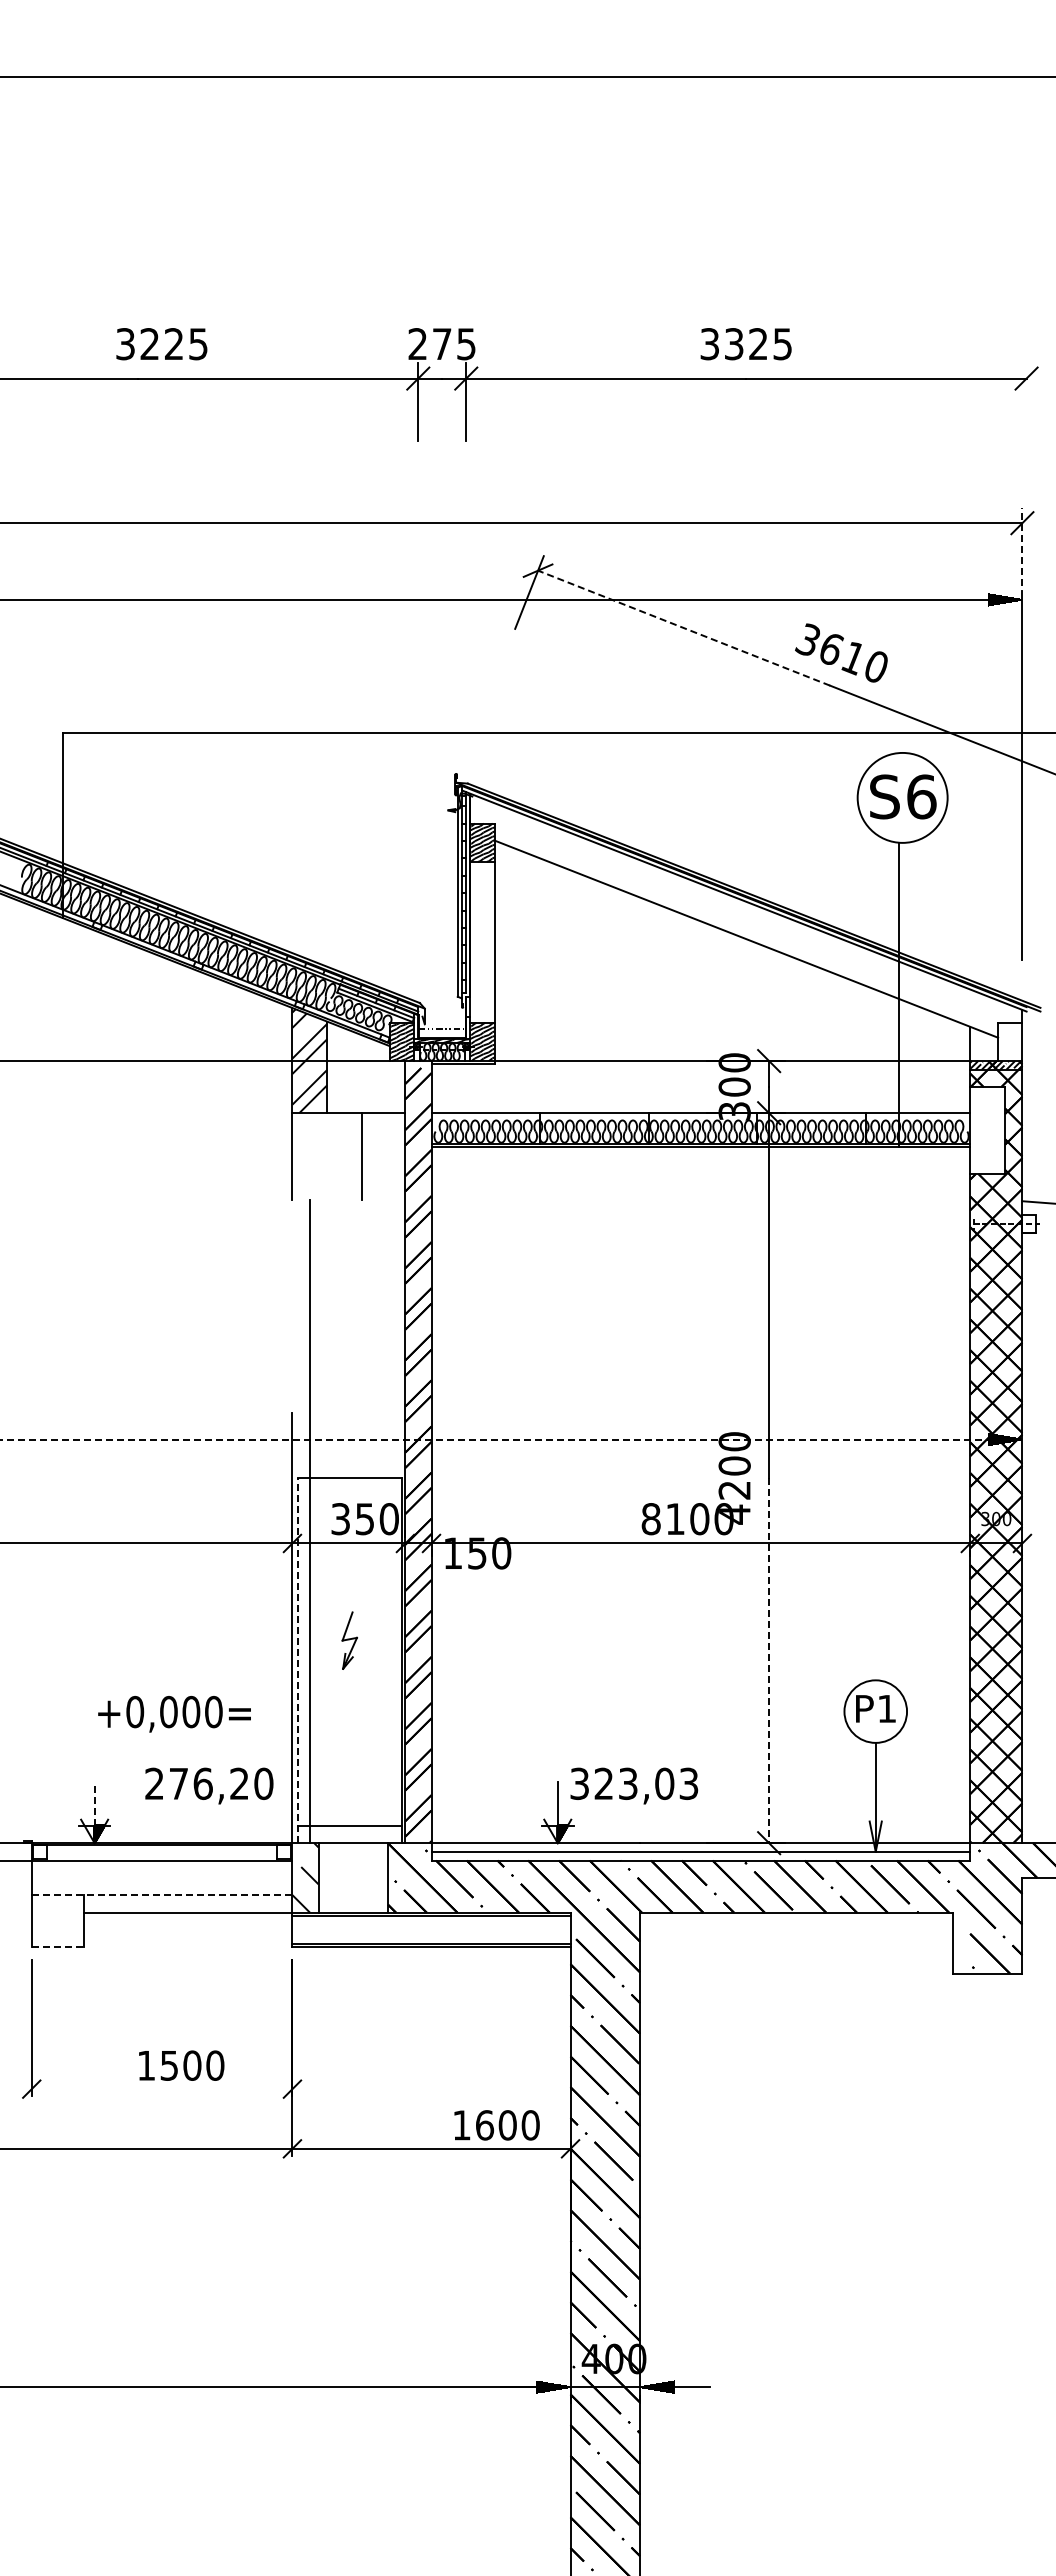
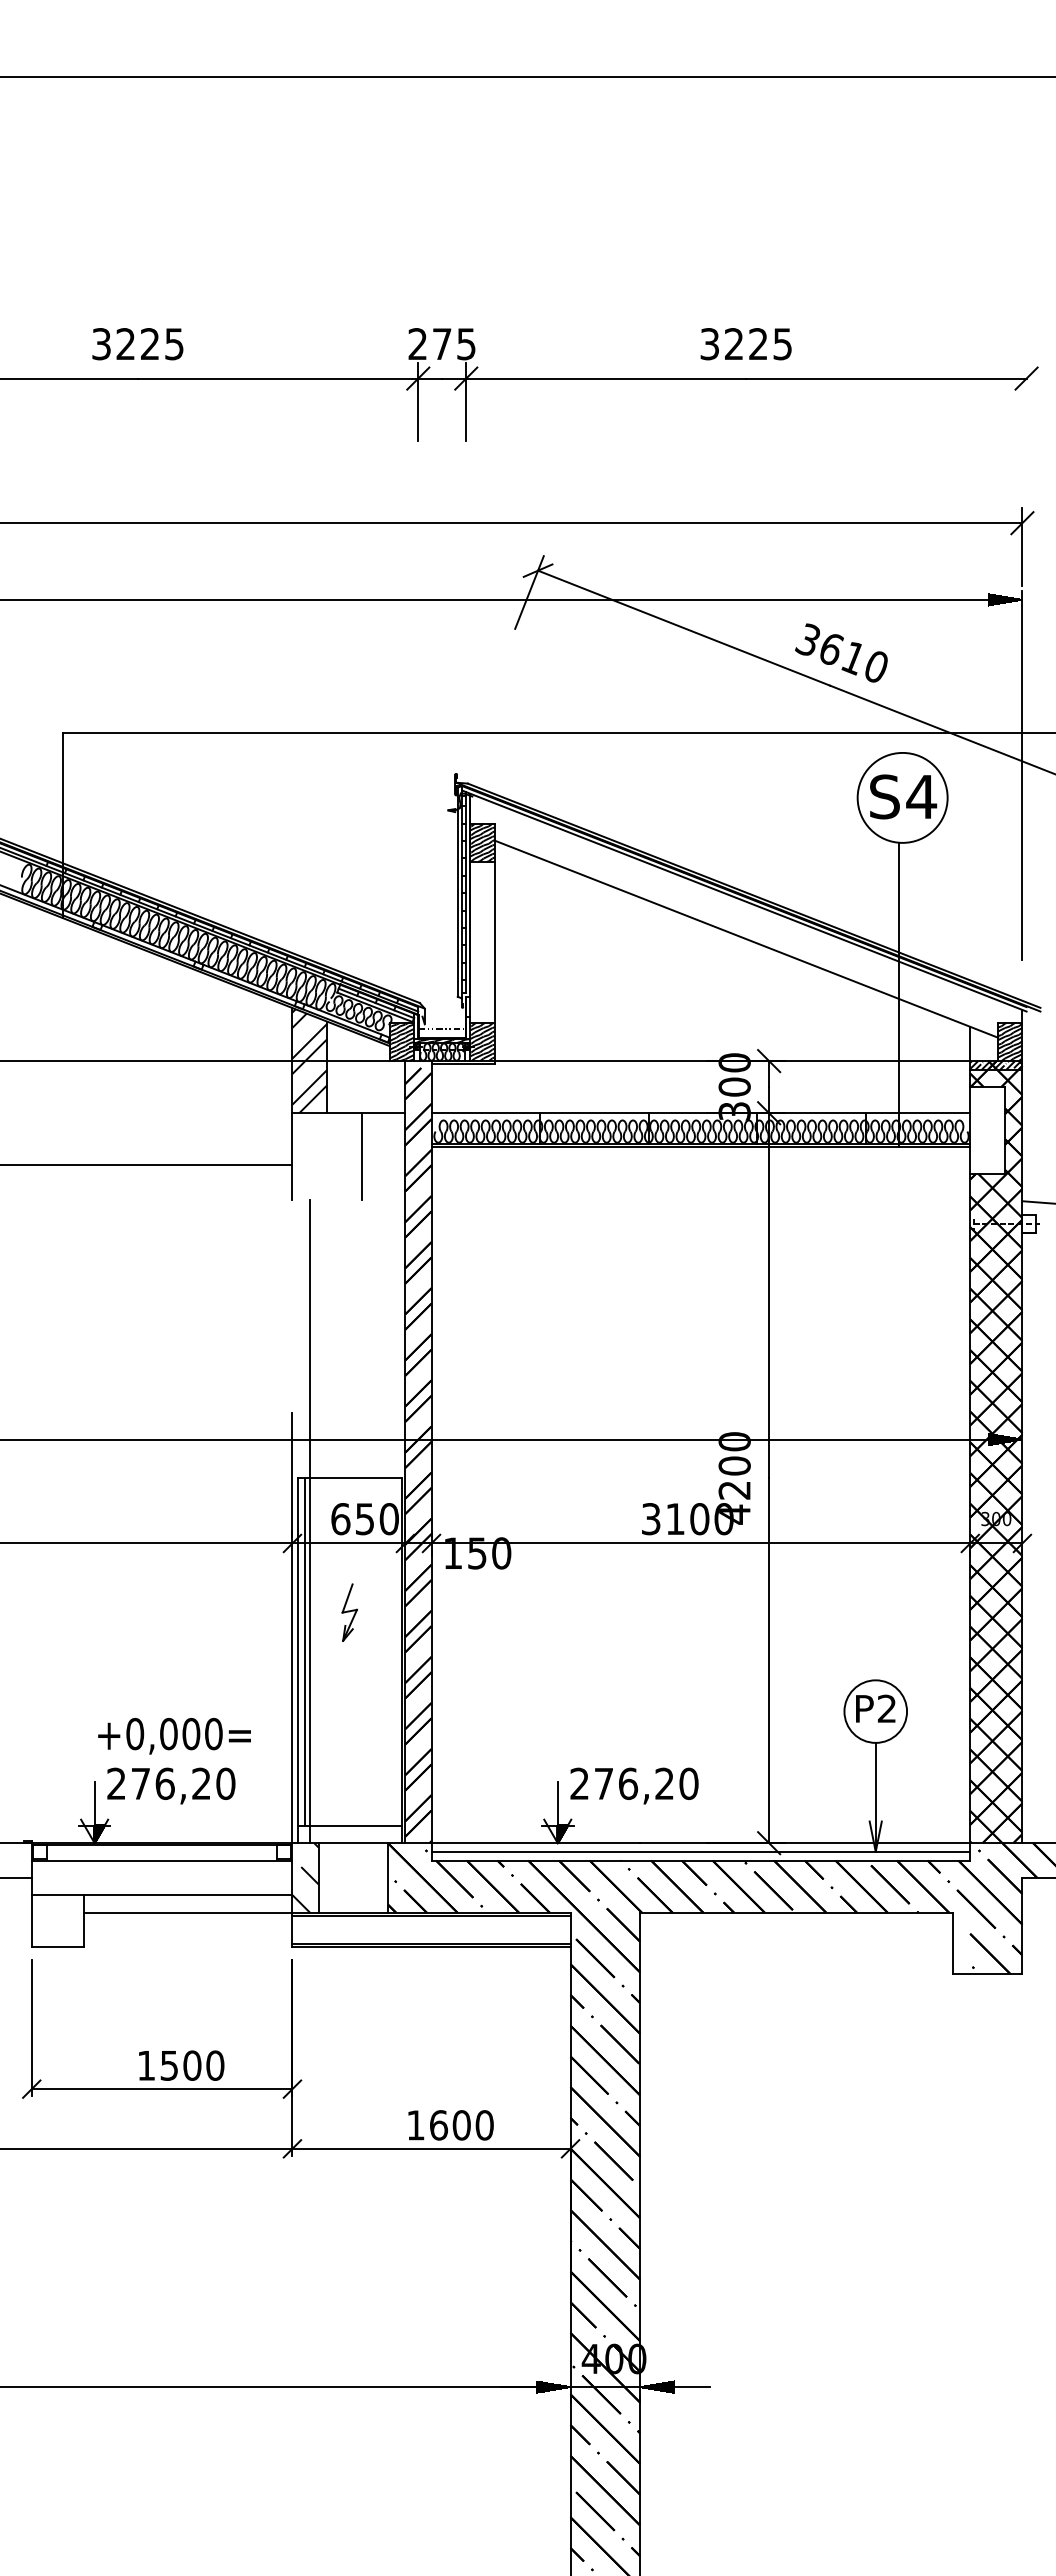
text at (161, 344) position: (161, 344) -> (137, 344)
text at (734, 344): 3325 -> 3225
line at (1022, 546): dashed -> solid
line at (684, 628): dashed -> solid
text at (921, 796): S6 -> S4
hatch at (1010, 1041): none -> present
line at (147, 1165): none -> present
line at (494, 1439): dashed -> solid
text at (340, 1519): 350 -> 650
text at (650, 1519): 8100 -> 3100
part at (349, 1640) position: (349, 1640) -> (349, 1612)
line at (304, 1651): none -> present
line at (297, 1660): dashed -> solid
line at (769, 1661): dashed -> solid
text at (886, 1708): P1 -> P2
text at (174, 1714) position: (174, 1714) -> (174, 1736)
text at (634, 1783): 323,03 -> 276,20
text at (209, 1785) position: (209, 1785) -> (171, 1785)
line at (94, 1803): dashed -> solid
line at (16, 1860) position: (16, 1860) -> (16, 1877)
line at (162, 1895): dashed -> solid
line at (58, 1947): dashed -> solid
line at (161, 2089): none -> present
text at (496, 2125) position: (496, 2125) -> (450, 2125)
